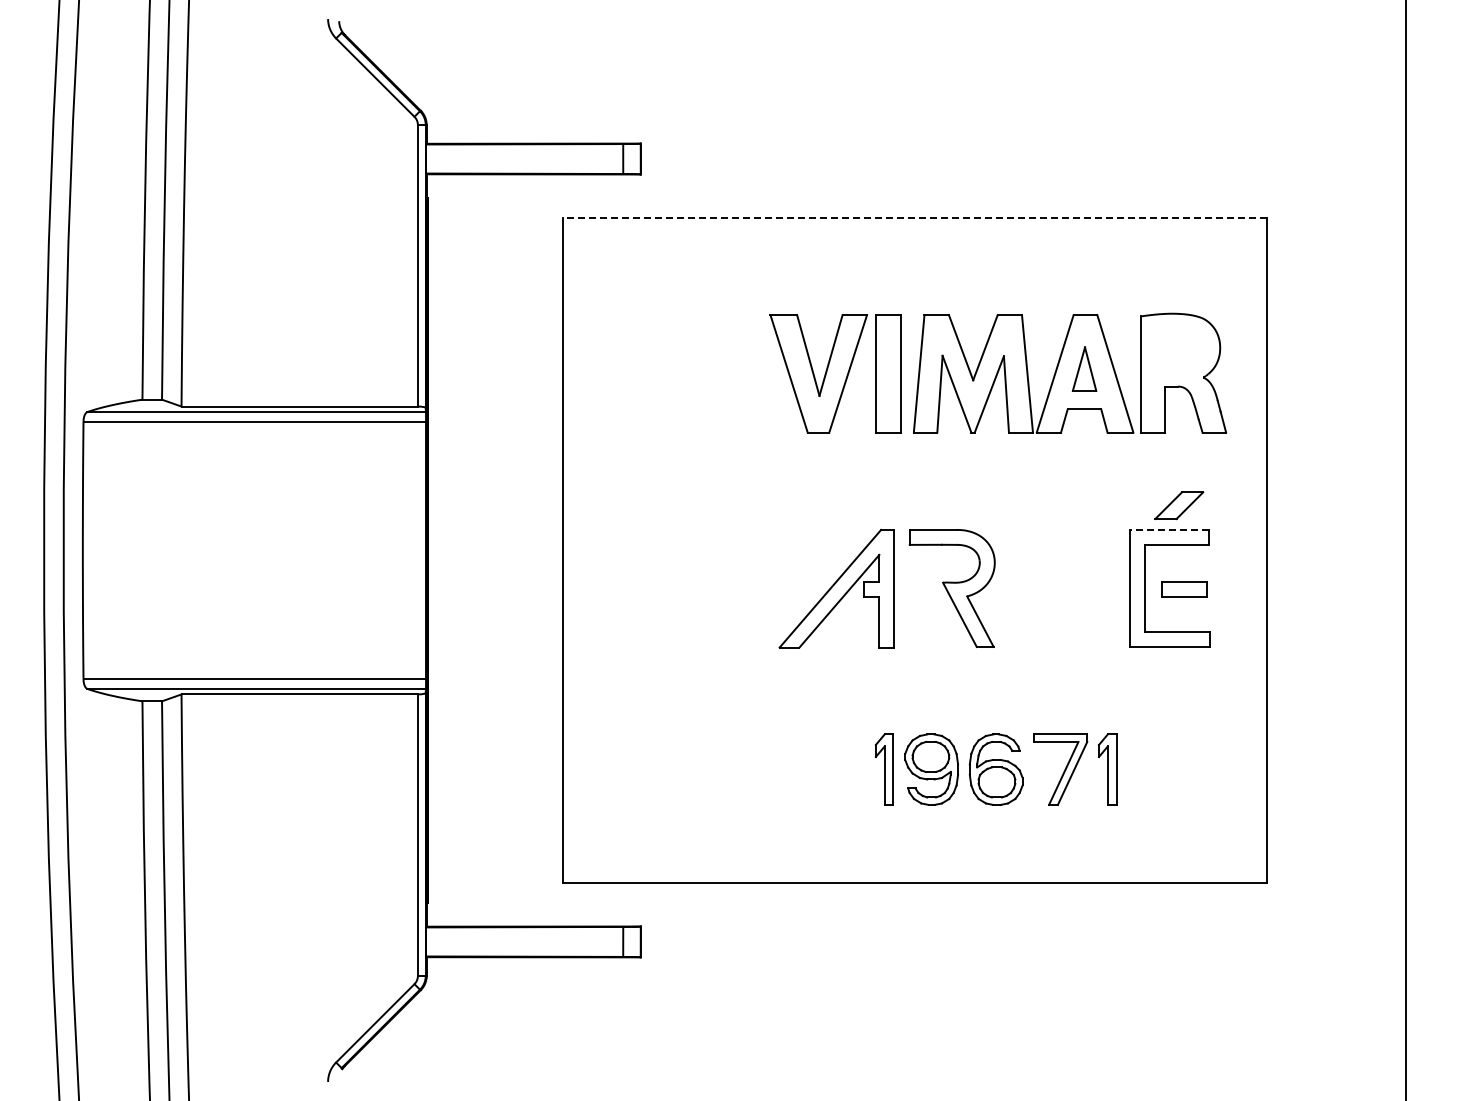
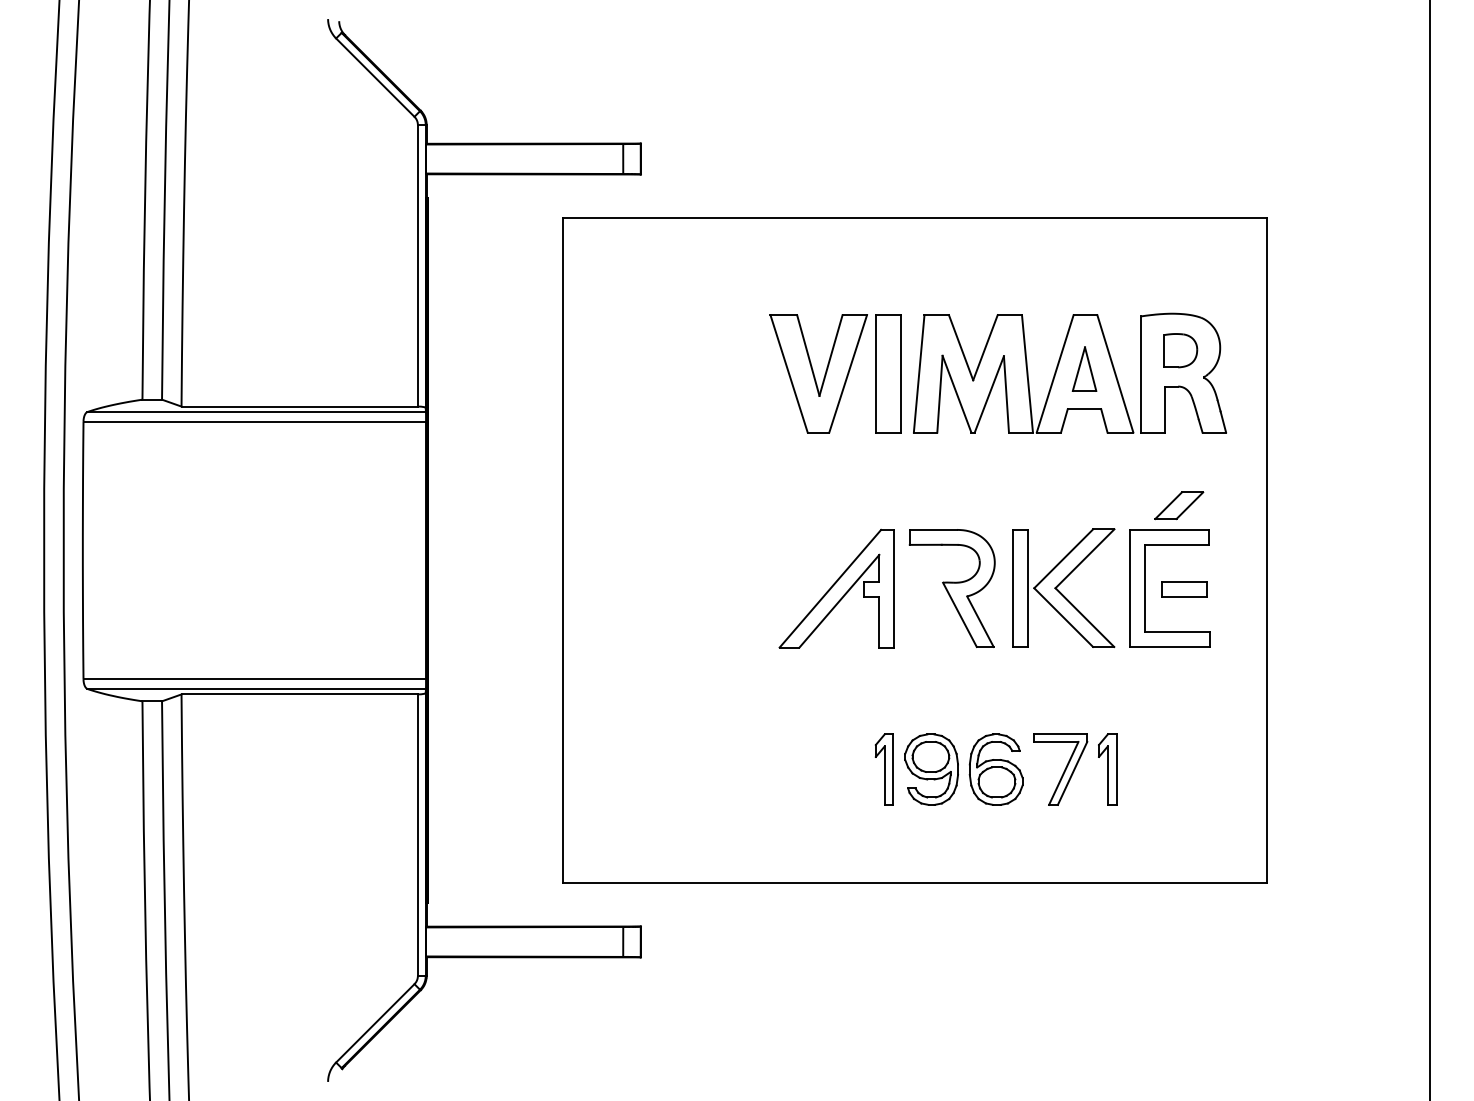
line at (914, 217): dashed -> solid
part at (1180, 350): none -> present
line at (1169, 529): dashed -> solid
line at (1405, 549) position: (1405, 549) -> (1429, 549)
part at (1063, 587): none -> present
